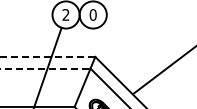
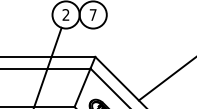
text at (92, 14): 0 -> 7
line at (48, 56): dashed -> solid
line at (45, 68): dashed -> solid
line at (163, 70) position: (163, 70) -> (165, 79)
